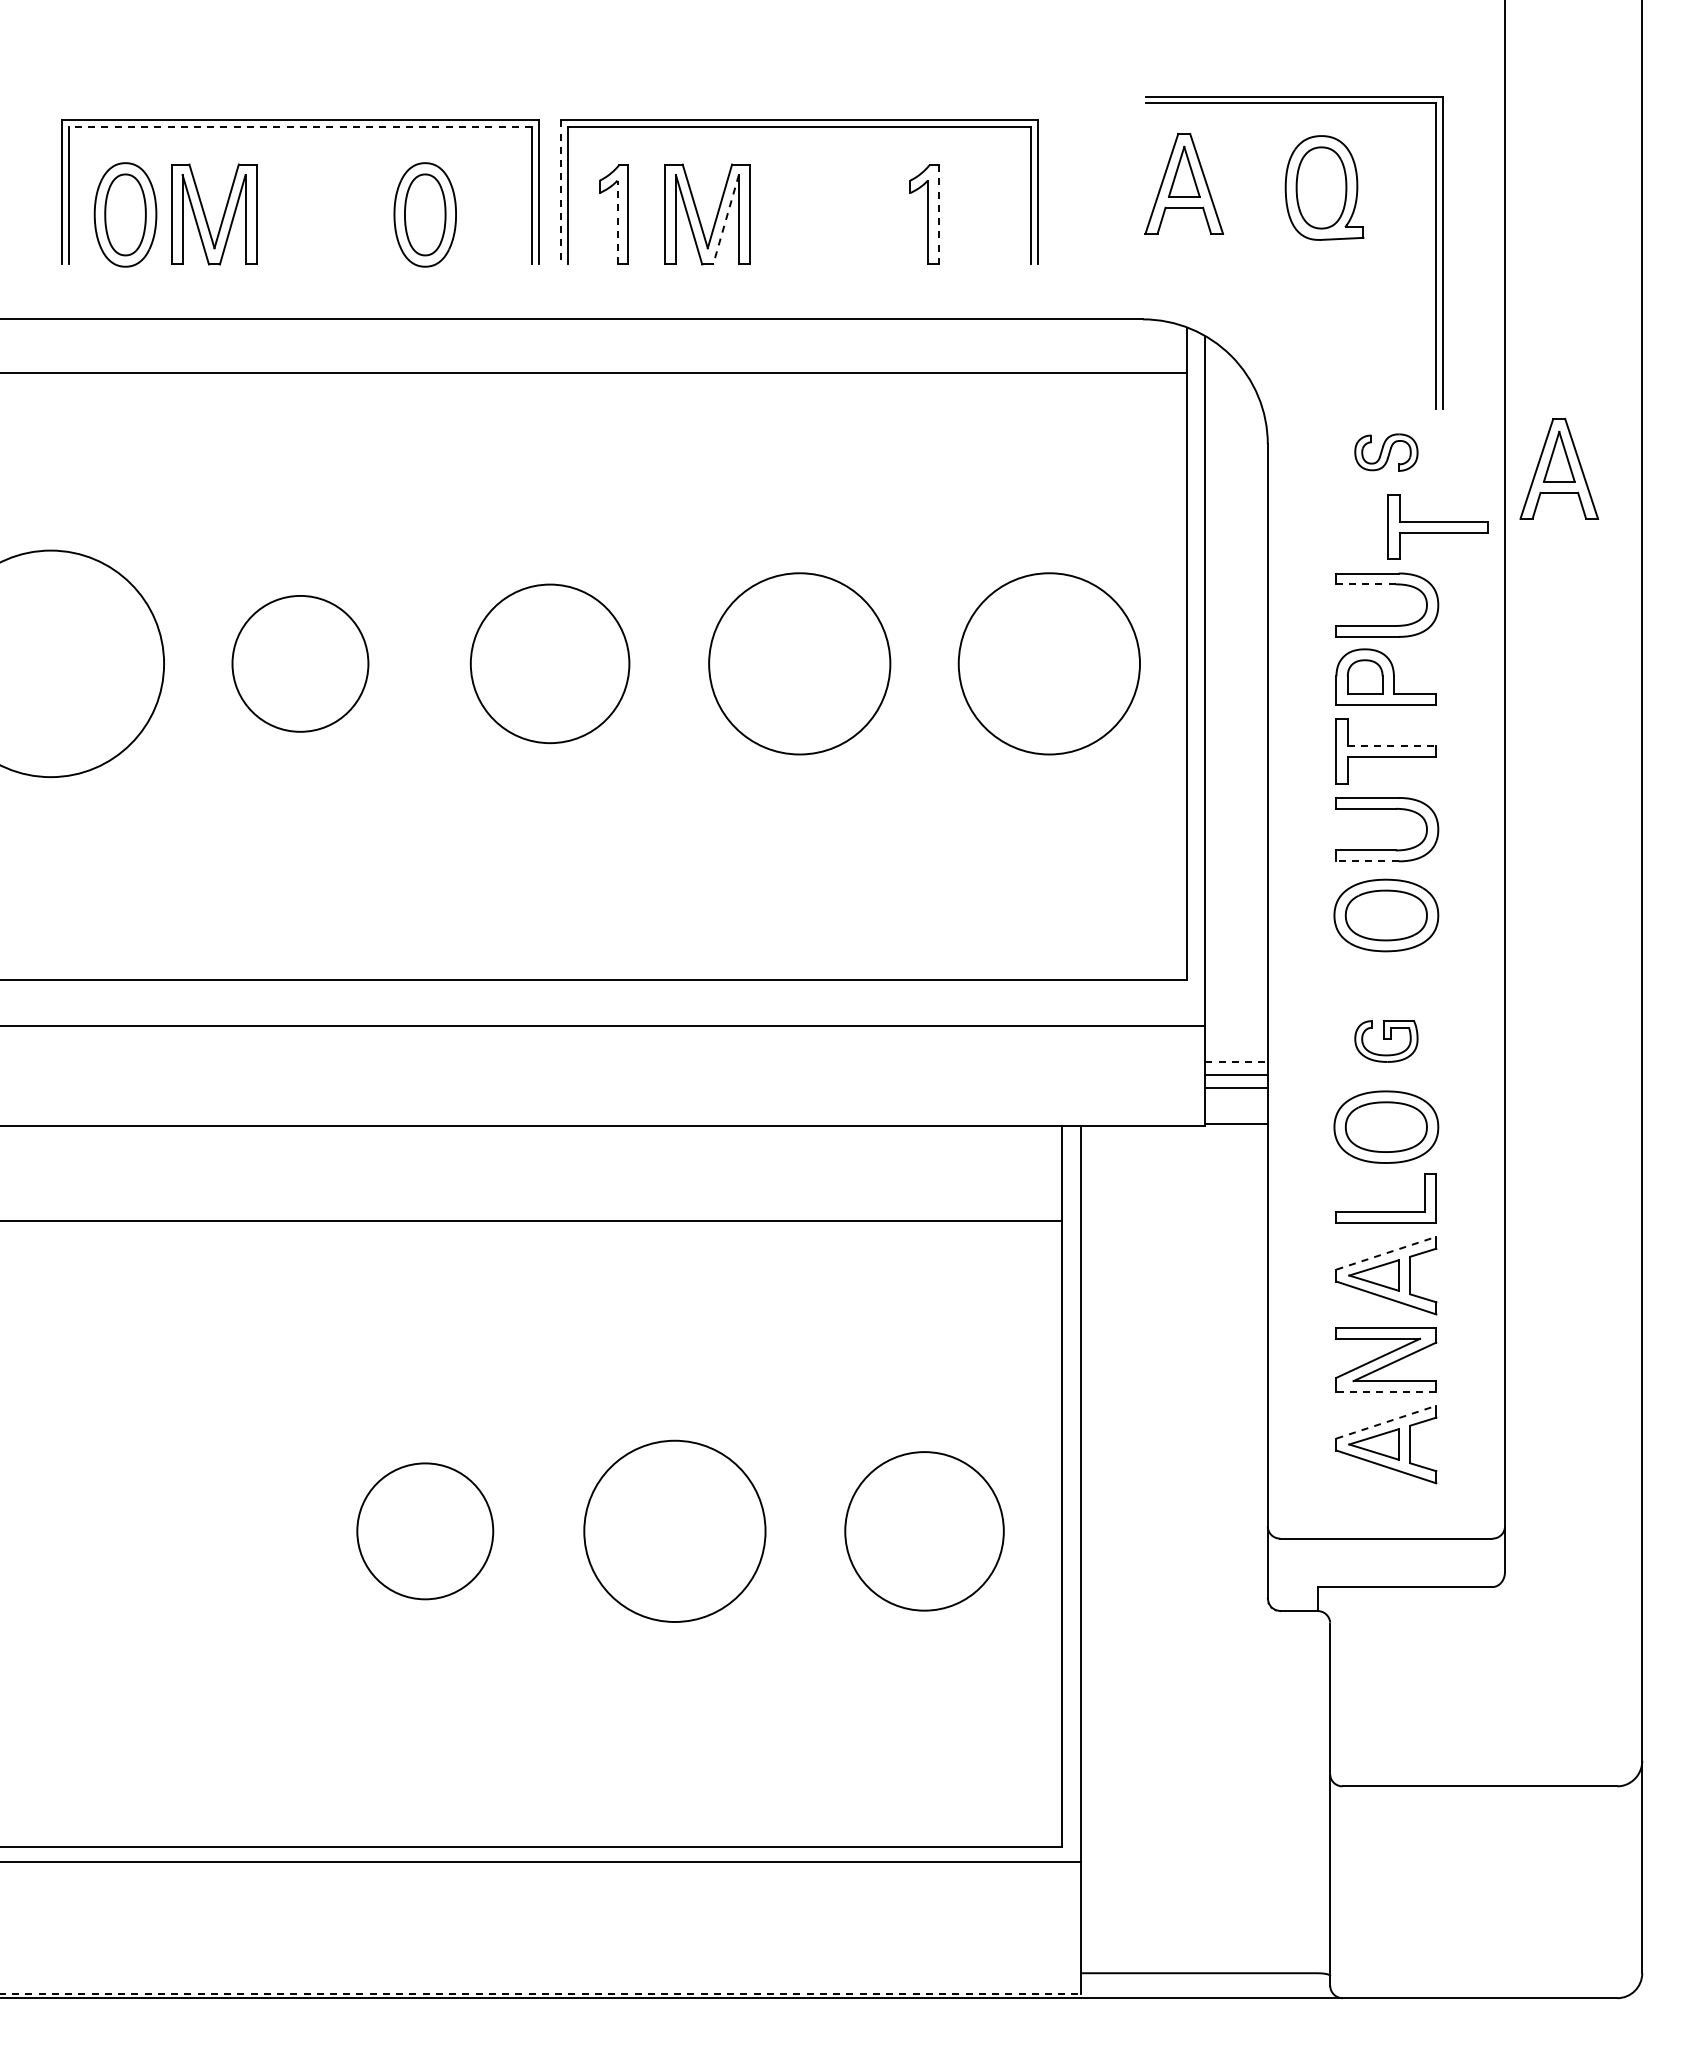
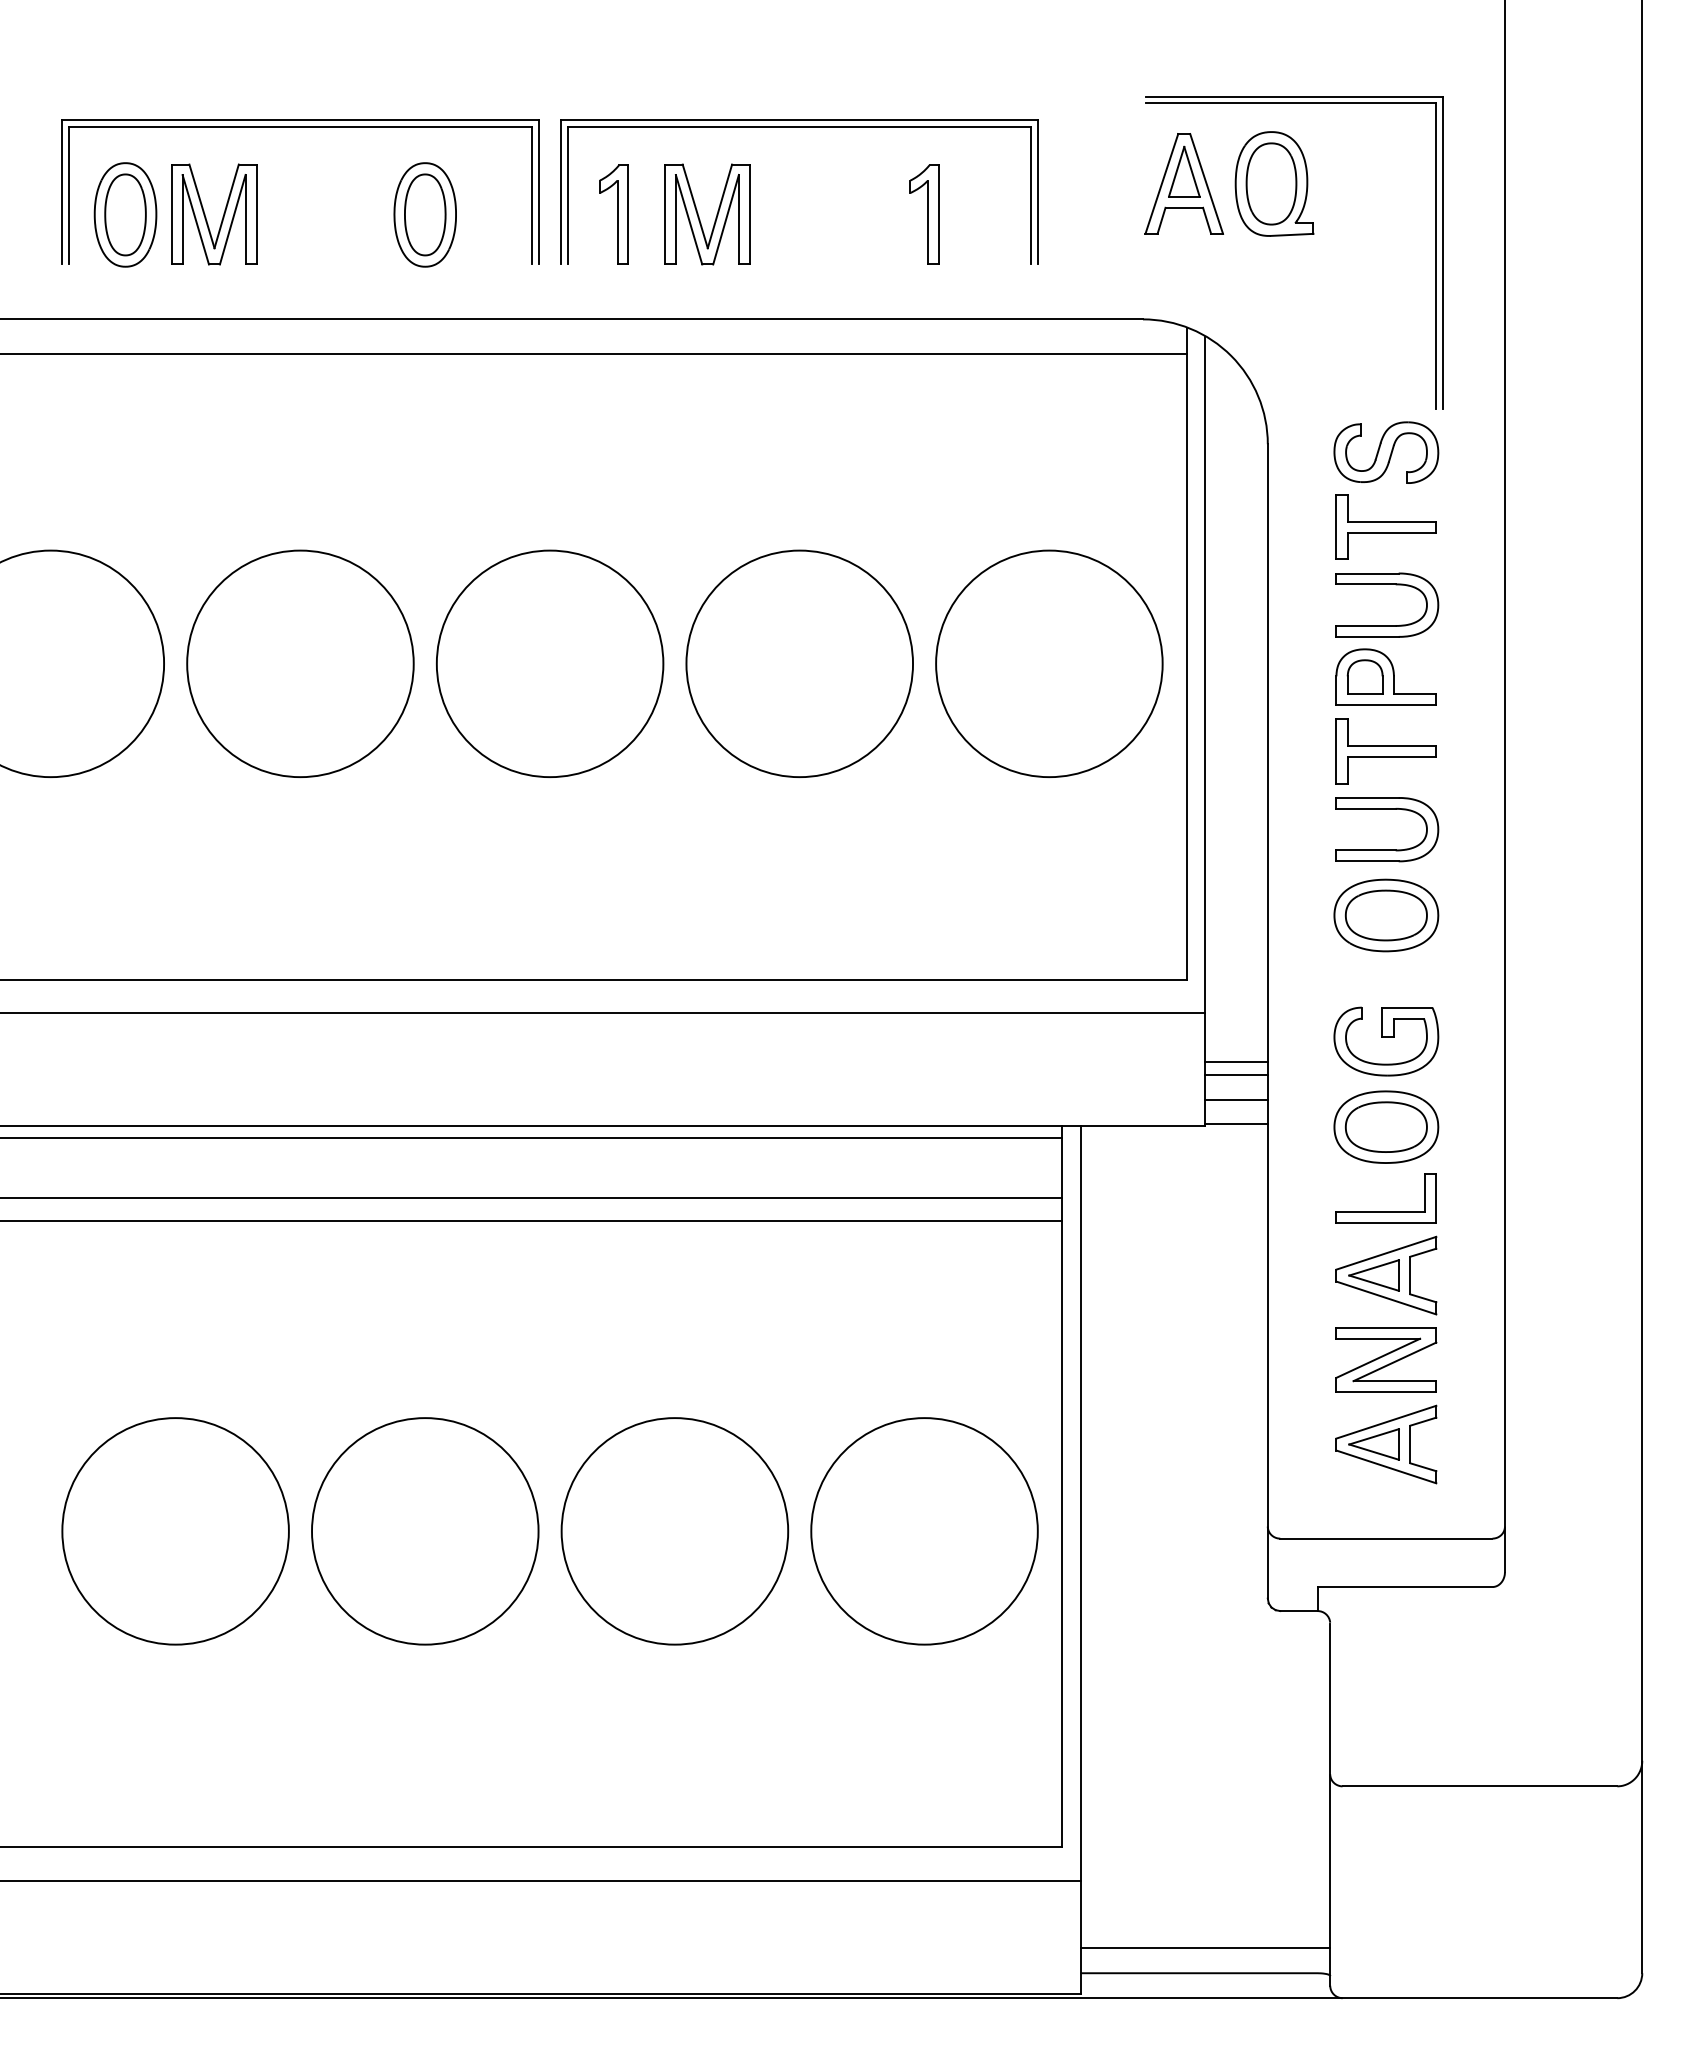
line at (300, 127): dashed -> solid
part at (1324, 187) position: (1324, 187) -> (1274, 183)
line at (561, 192): dashed -> solid
line at (938, 214): dashed -> solid
line at (726, 219): dashed -> solid
line at (617, 222): dashed -> solid
line at (594, 372) position: (594, 372) -> (594, 353)
part at (1386, 452) size: 65x39 px -> 107x63 px
part at (1558, 468): present -> none
part at (1437, 526) position: (1437, 526) -> (1385, 526)
line at (1366, 584): dashed -> solid
circle at (300, 663) diameter: 136 px -> 227 px
circle at (549, 663) diameter: 159 px -> 227 px
circle at (799, 663) diameter: 181 px -> 227 px
circle at (1048, 663) diameter: 181 px -> 227 px
line at (1392, 746): dashed -> solid
line at (1367, 861): dashed -> solid
line at (603, 1026) position: (603, 1026) -> (603, 1013)
part at (1386, 1041) size: 65x43 px -> 107x71 px
line at (1237, 1062): dashed -> solid
line at (1236, 1087) position: (1236, 1087) -> (1236, 1099)
line at (532, 1137): none -> present
line at (532, 1198): none -> present
line at (1386, 1253): dashed -> solid
line at (1386, 1392): dashed -> solid
line at (1386, 1422): dashed -> solid
circle at (674, 1530) diameter: 181 px -> 227 px
circle at (175, 1531): none -> present
circle at (425, 1531) diameter: 136 px -> 227 px
circle at (924, 1531) diameter: 159 px -> 227 px
line at (541, 1861) position: (541, 1861) -> (541, 1880)
line at (1205, 1948): none -> present
line at (540, 1993): dashed -> solid
